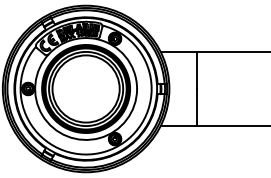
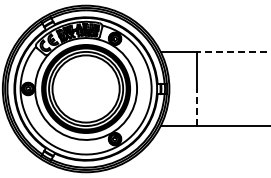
line at (233, 51): solid -> dashed
line at (197, 107): solid -> dashed
